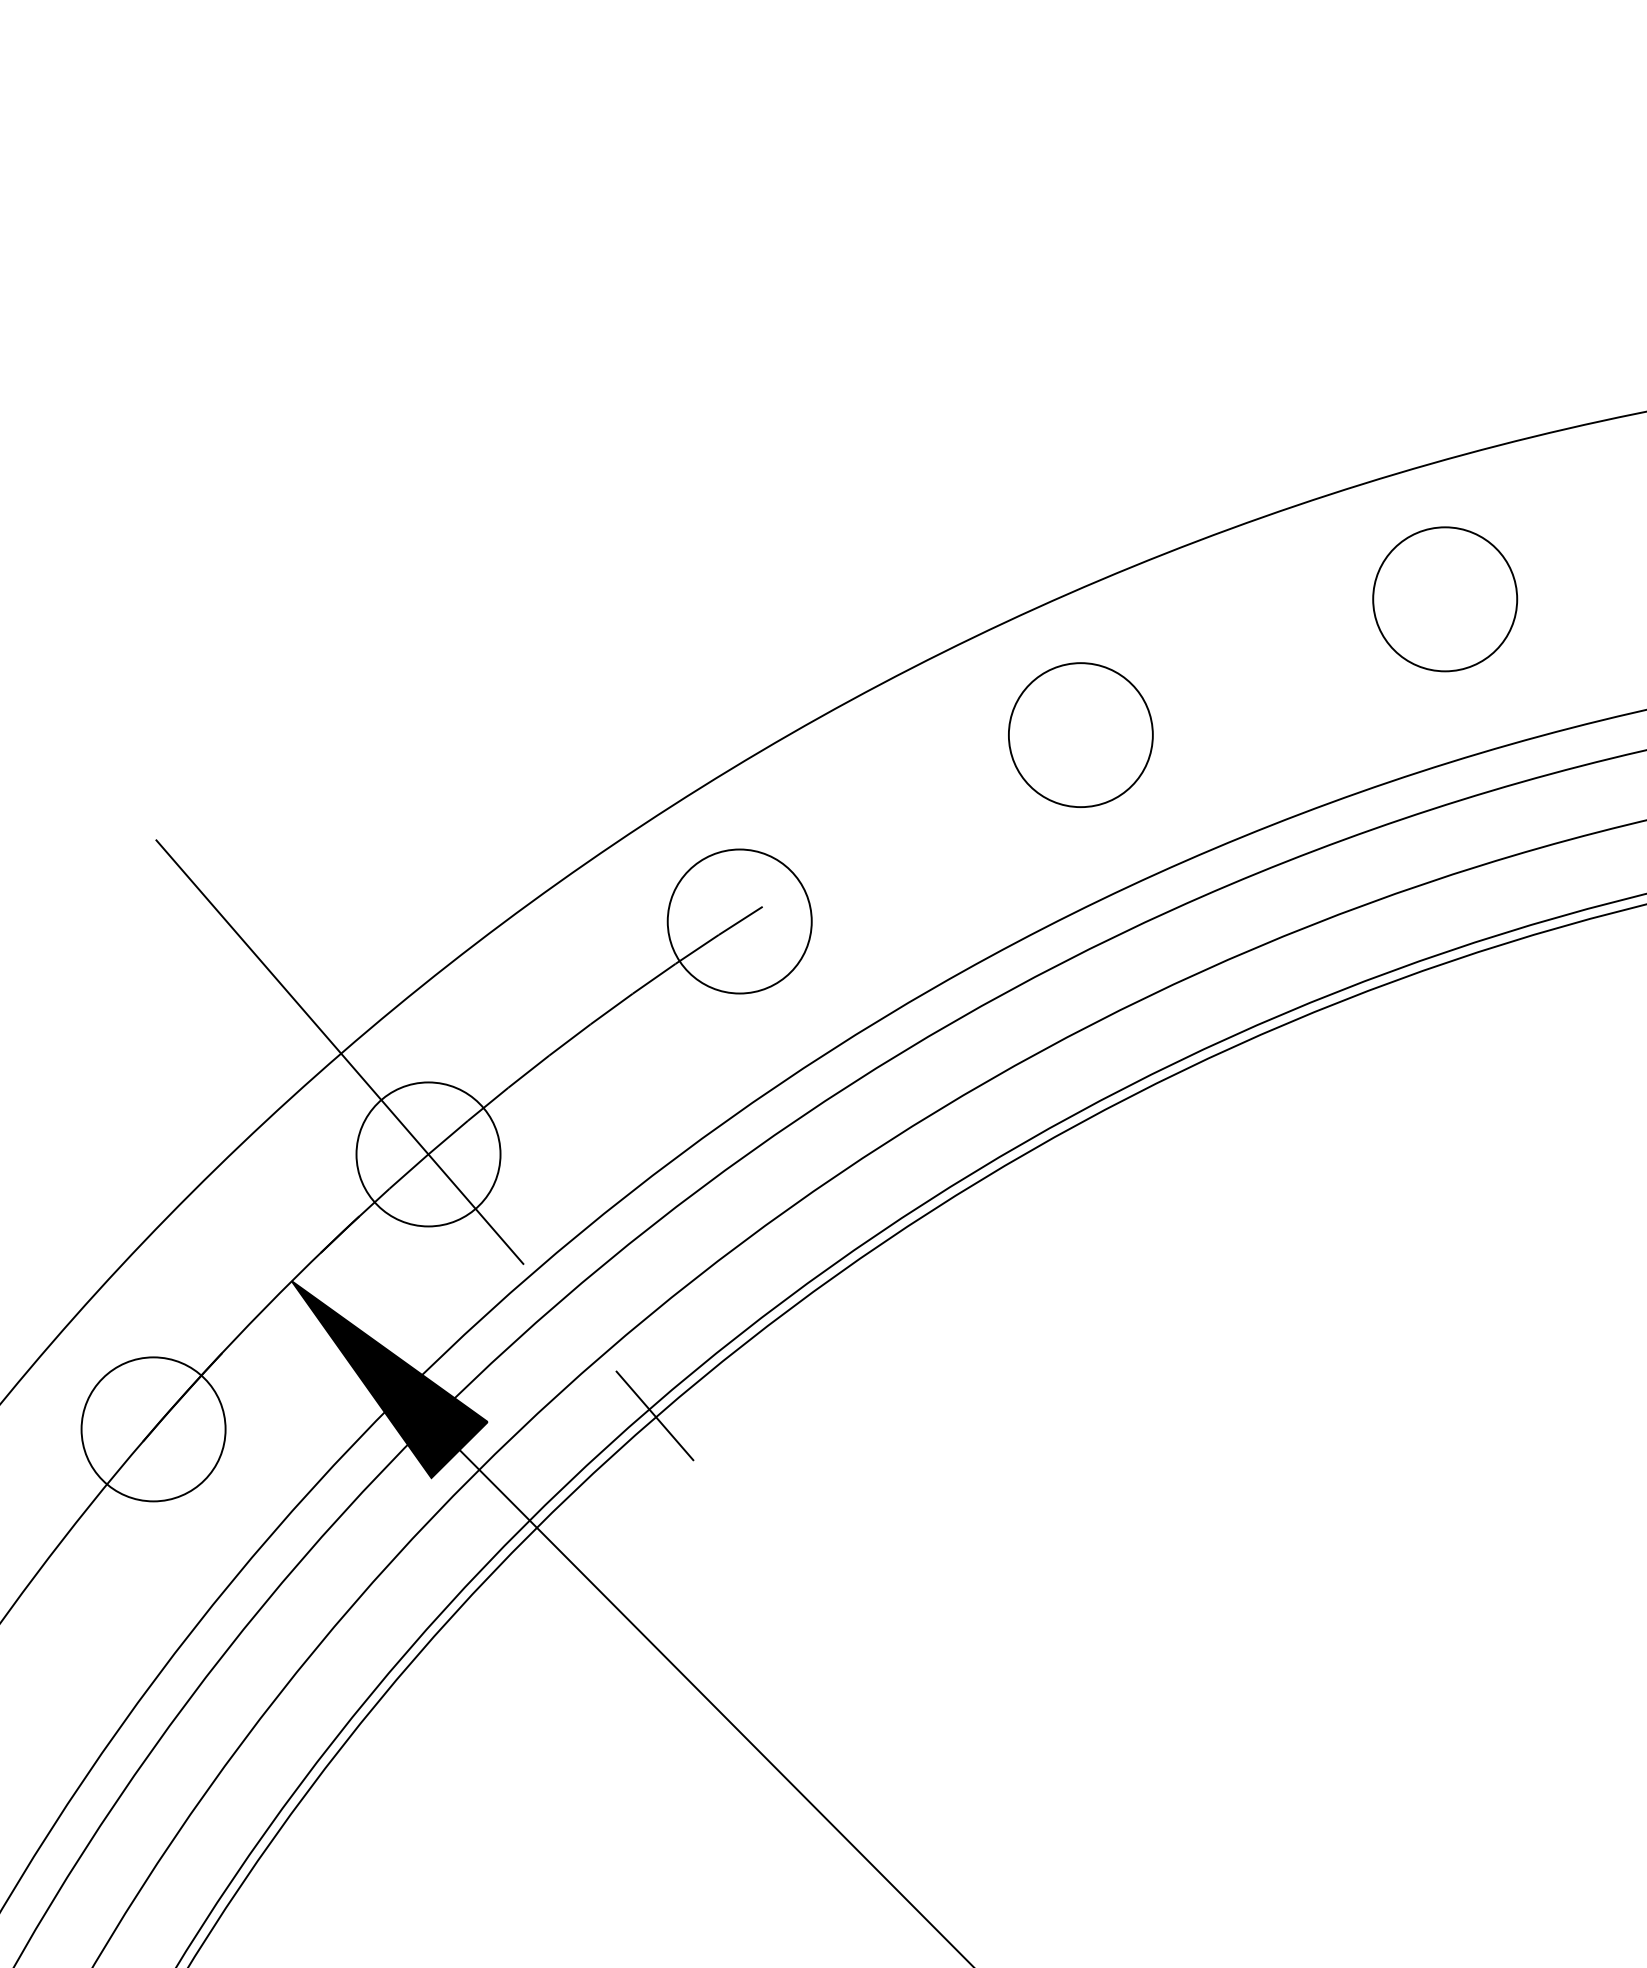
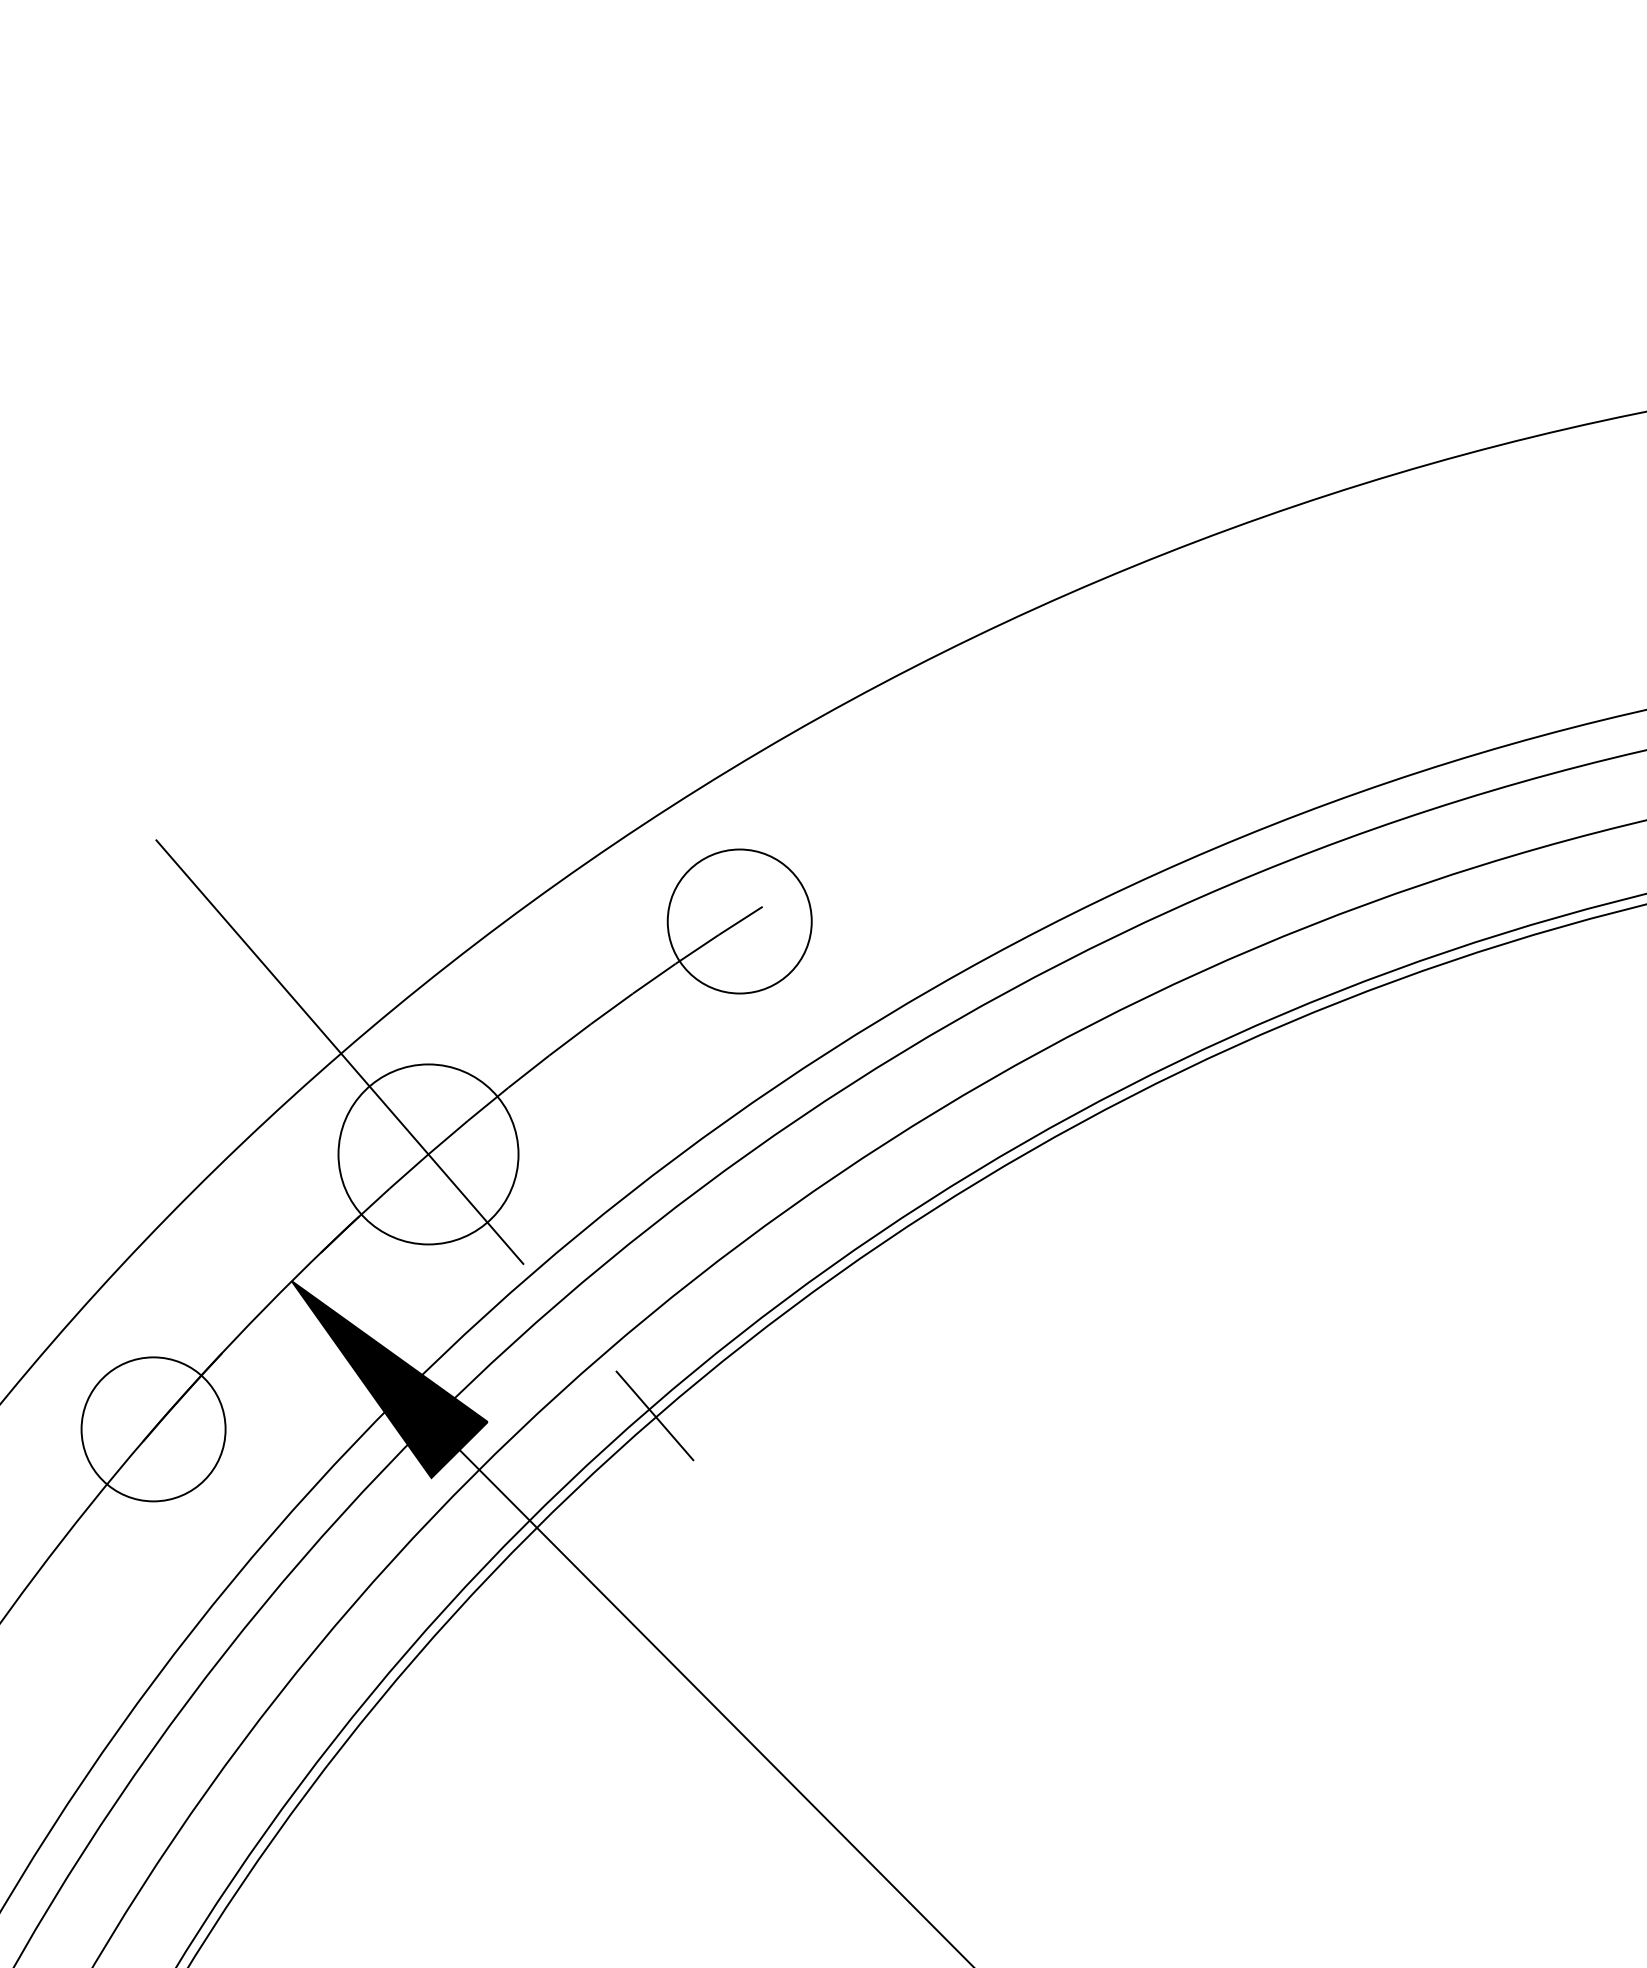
circle at (1445, 599): present -> none
circle at (1080, 734): present -> none
circle at (428, 1154) diameter: 144 px -> 180 px
